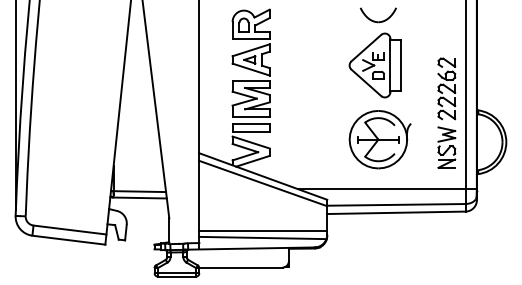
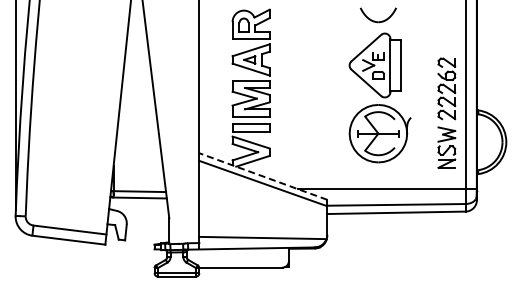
part at (379, 139) position: (379, 139) -> (379, 133)
line at (262, 176): solid -> dashed
line at (263, 230): present -> none
